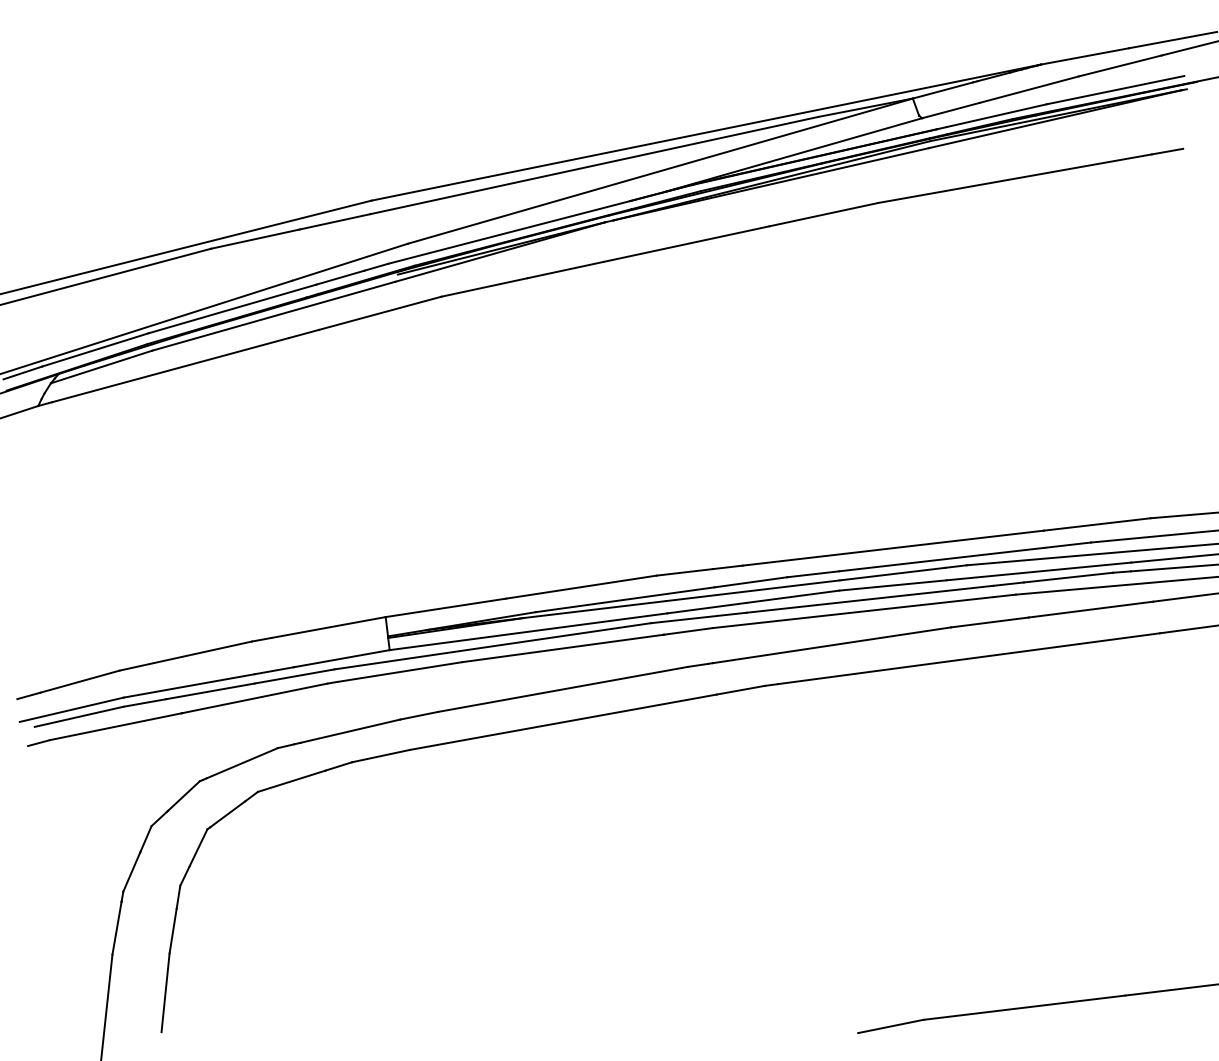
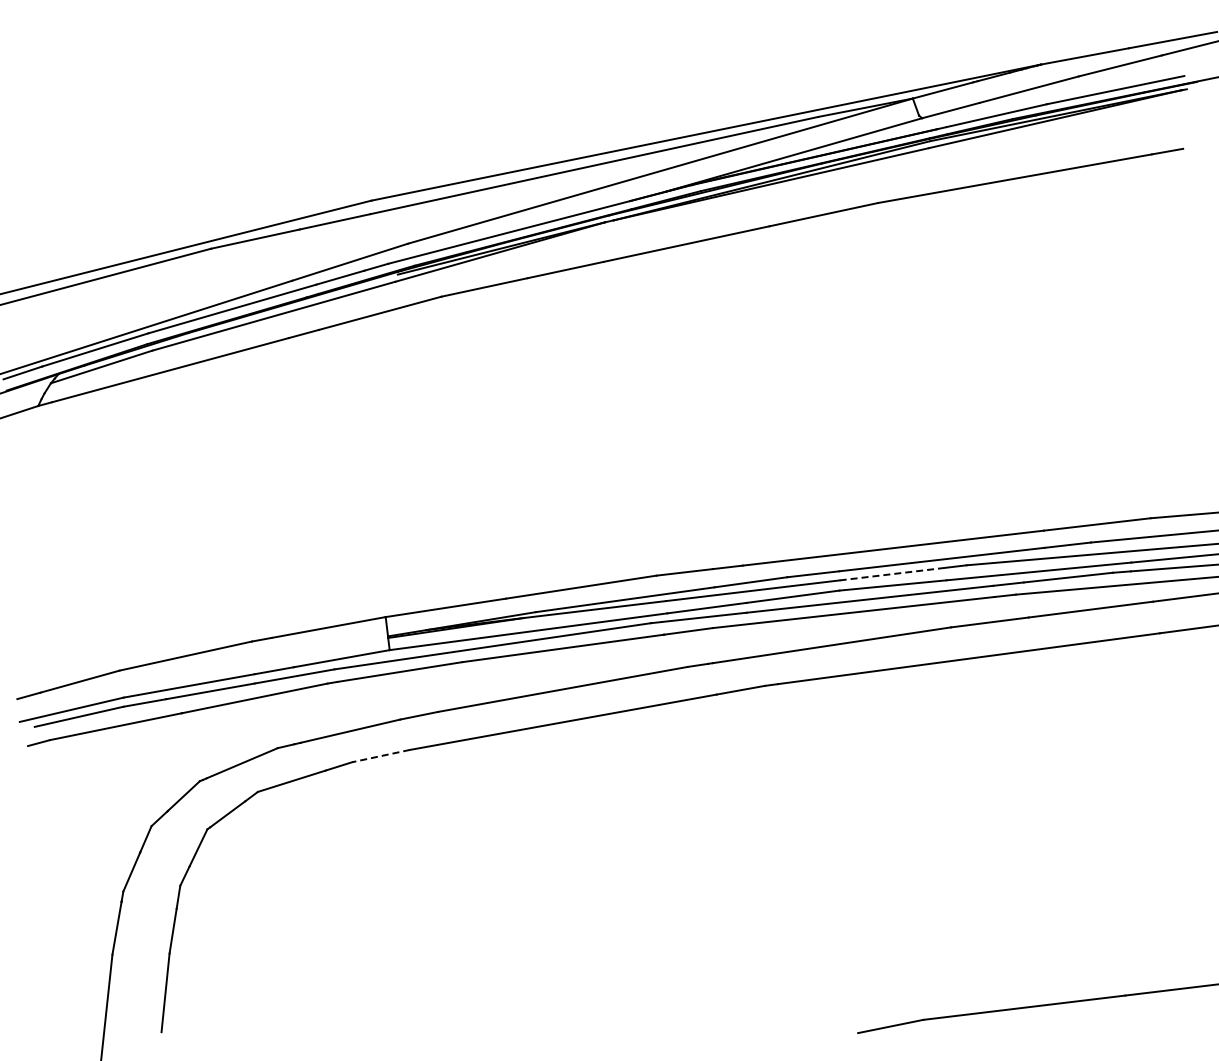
line at (893, 574): solid -> dashed
line at (381, 756): solid -> dashed
